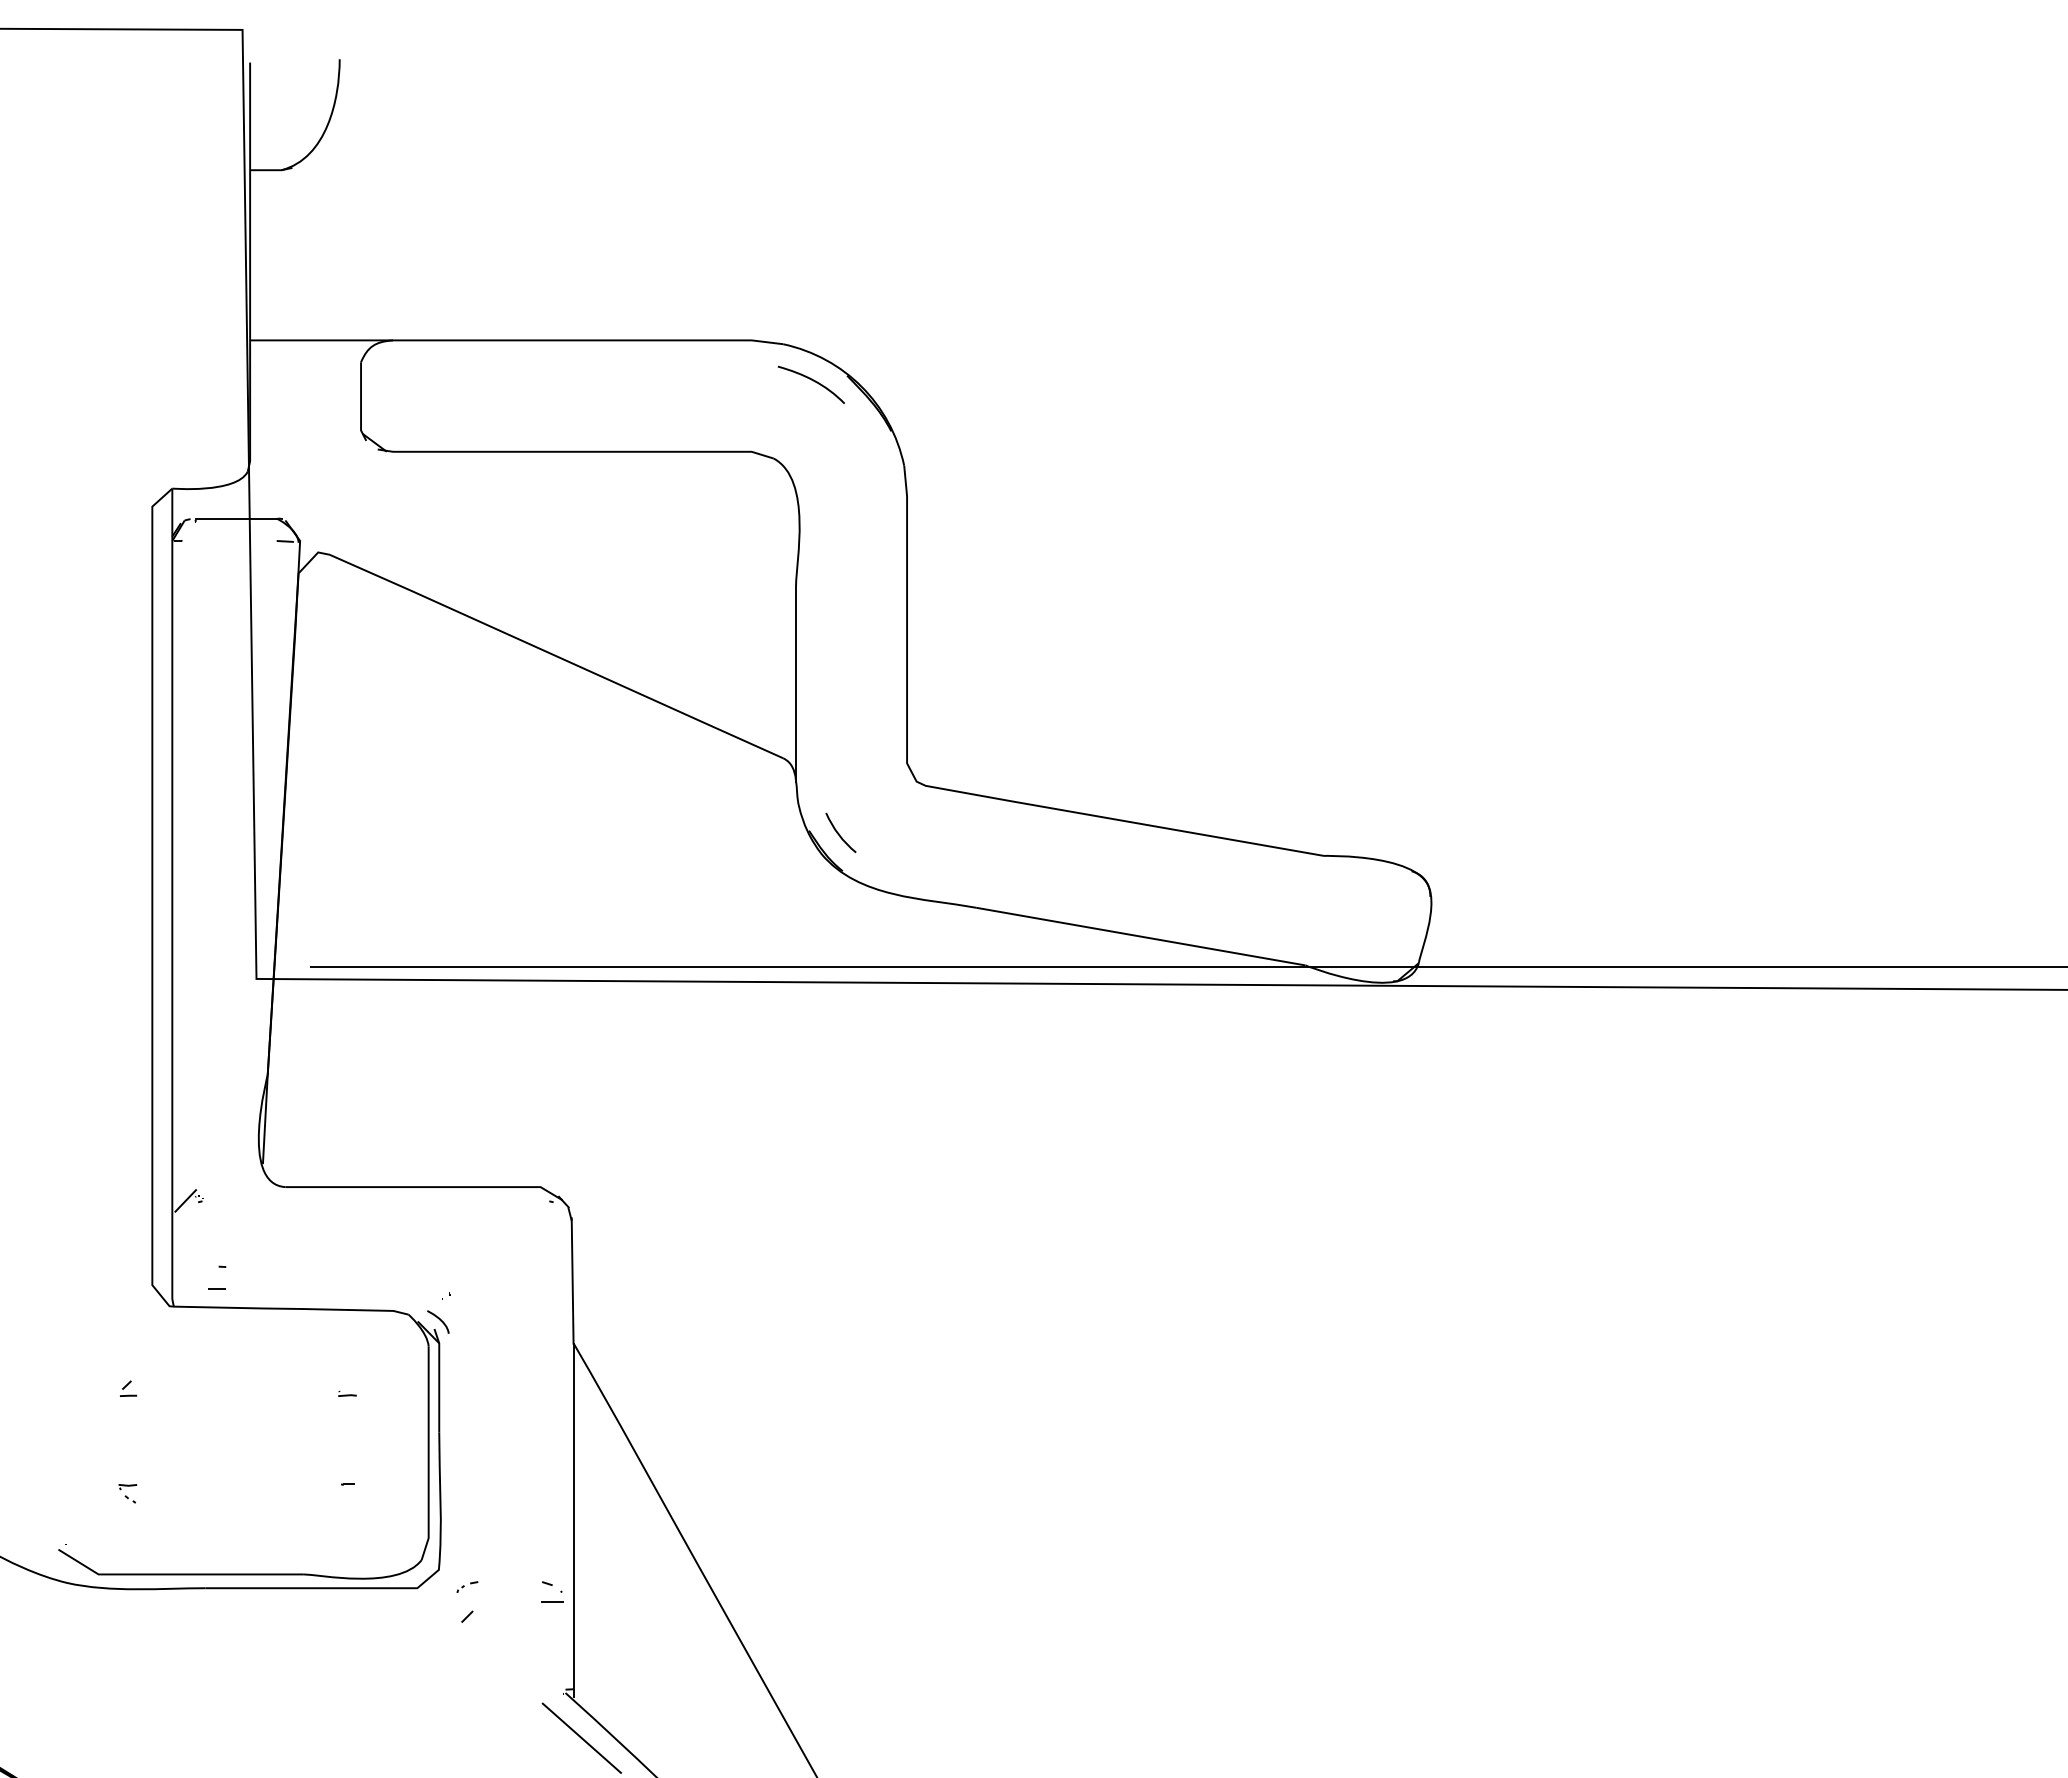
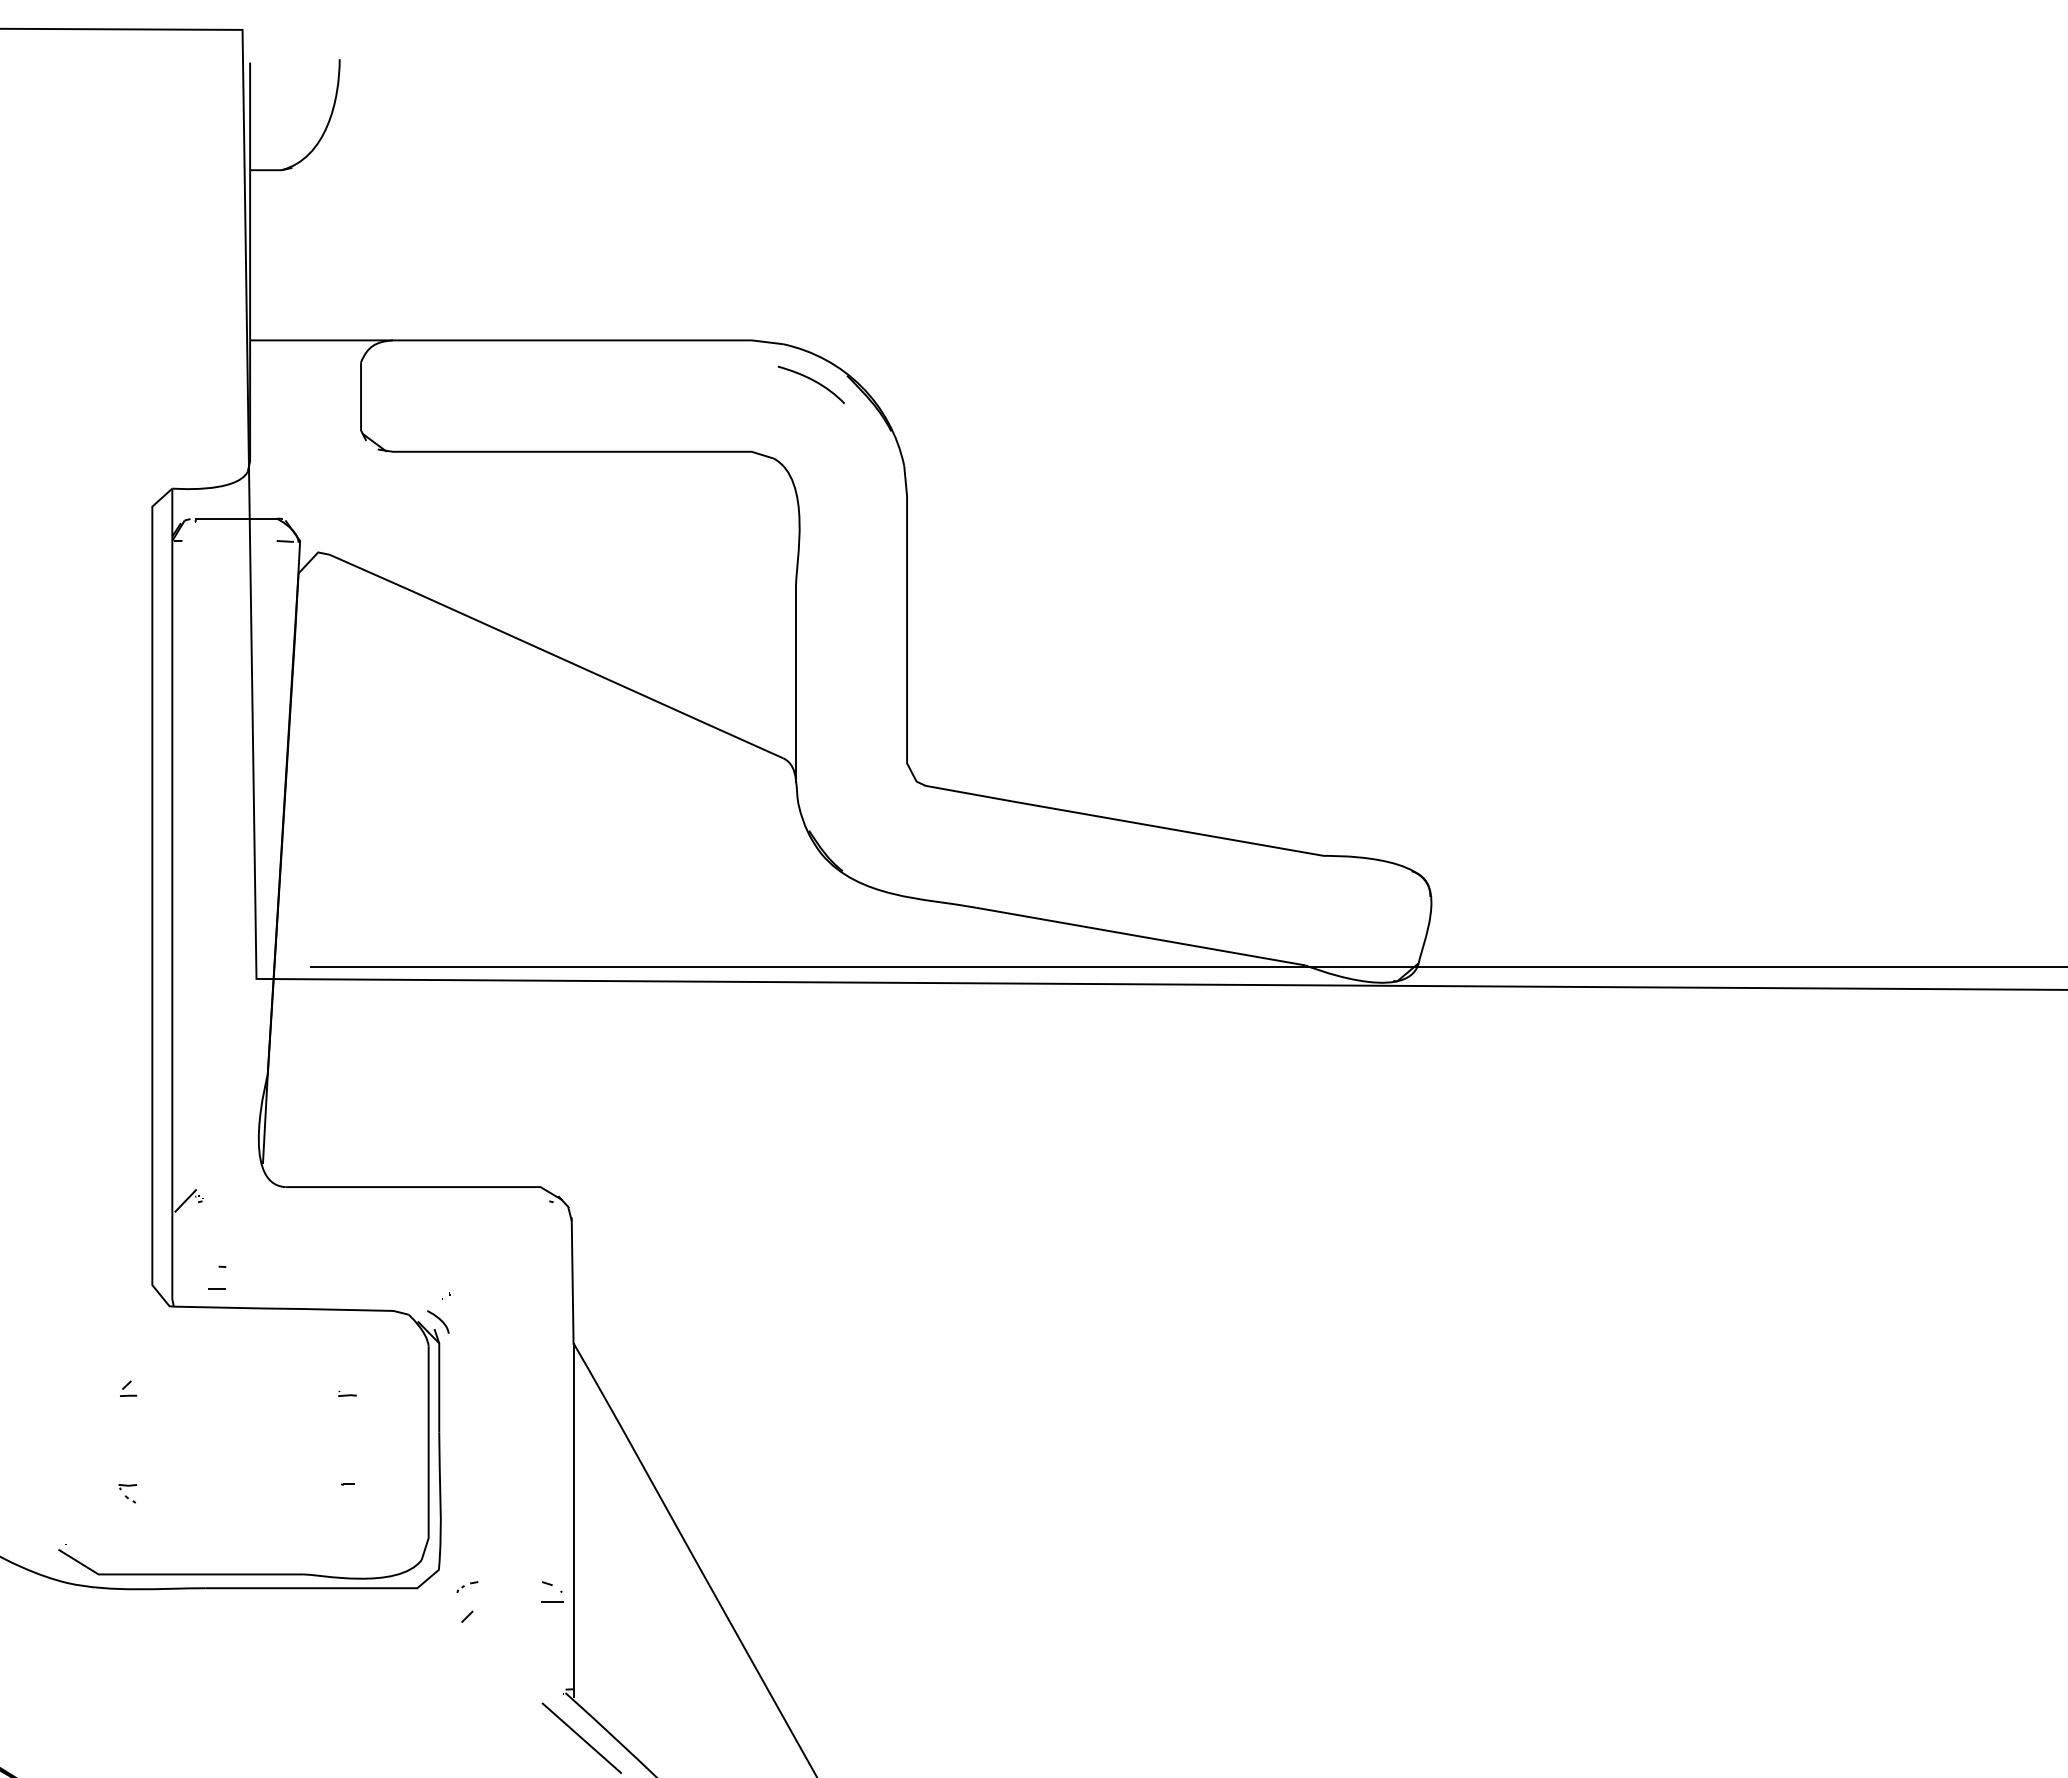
curve at (839, 833): present -> none
